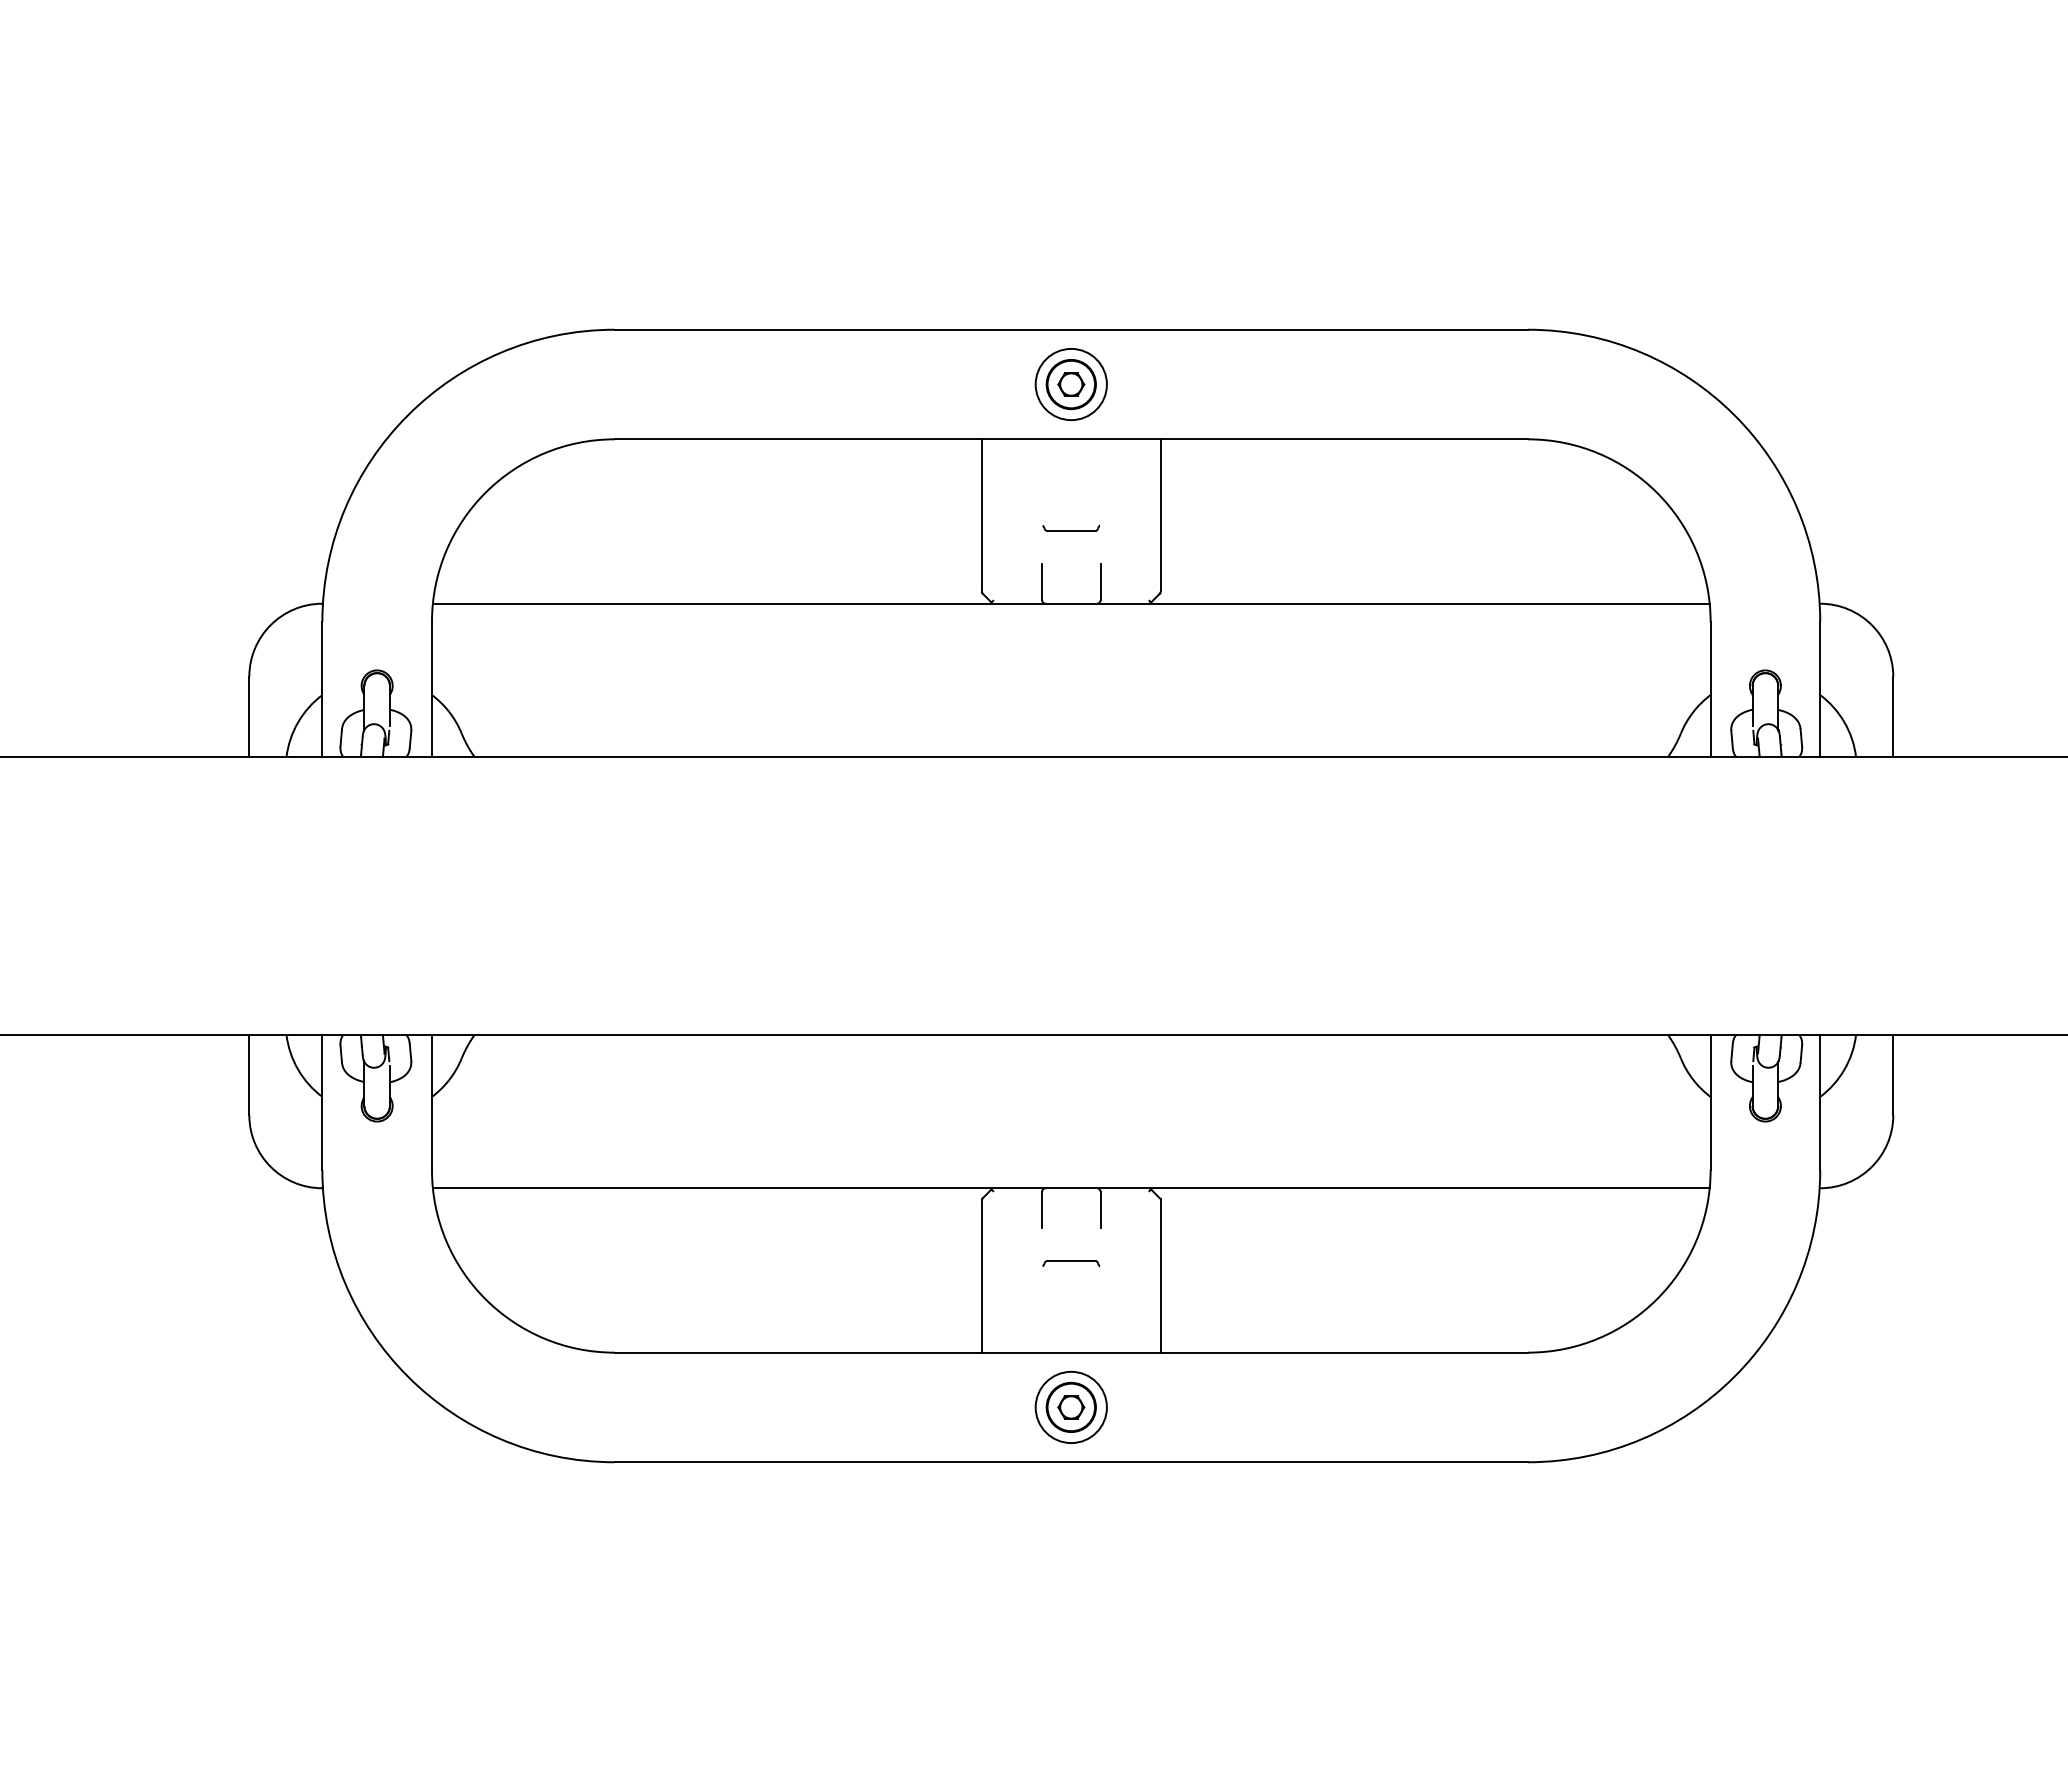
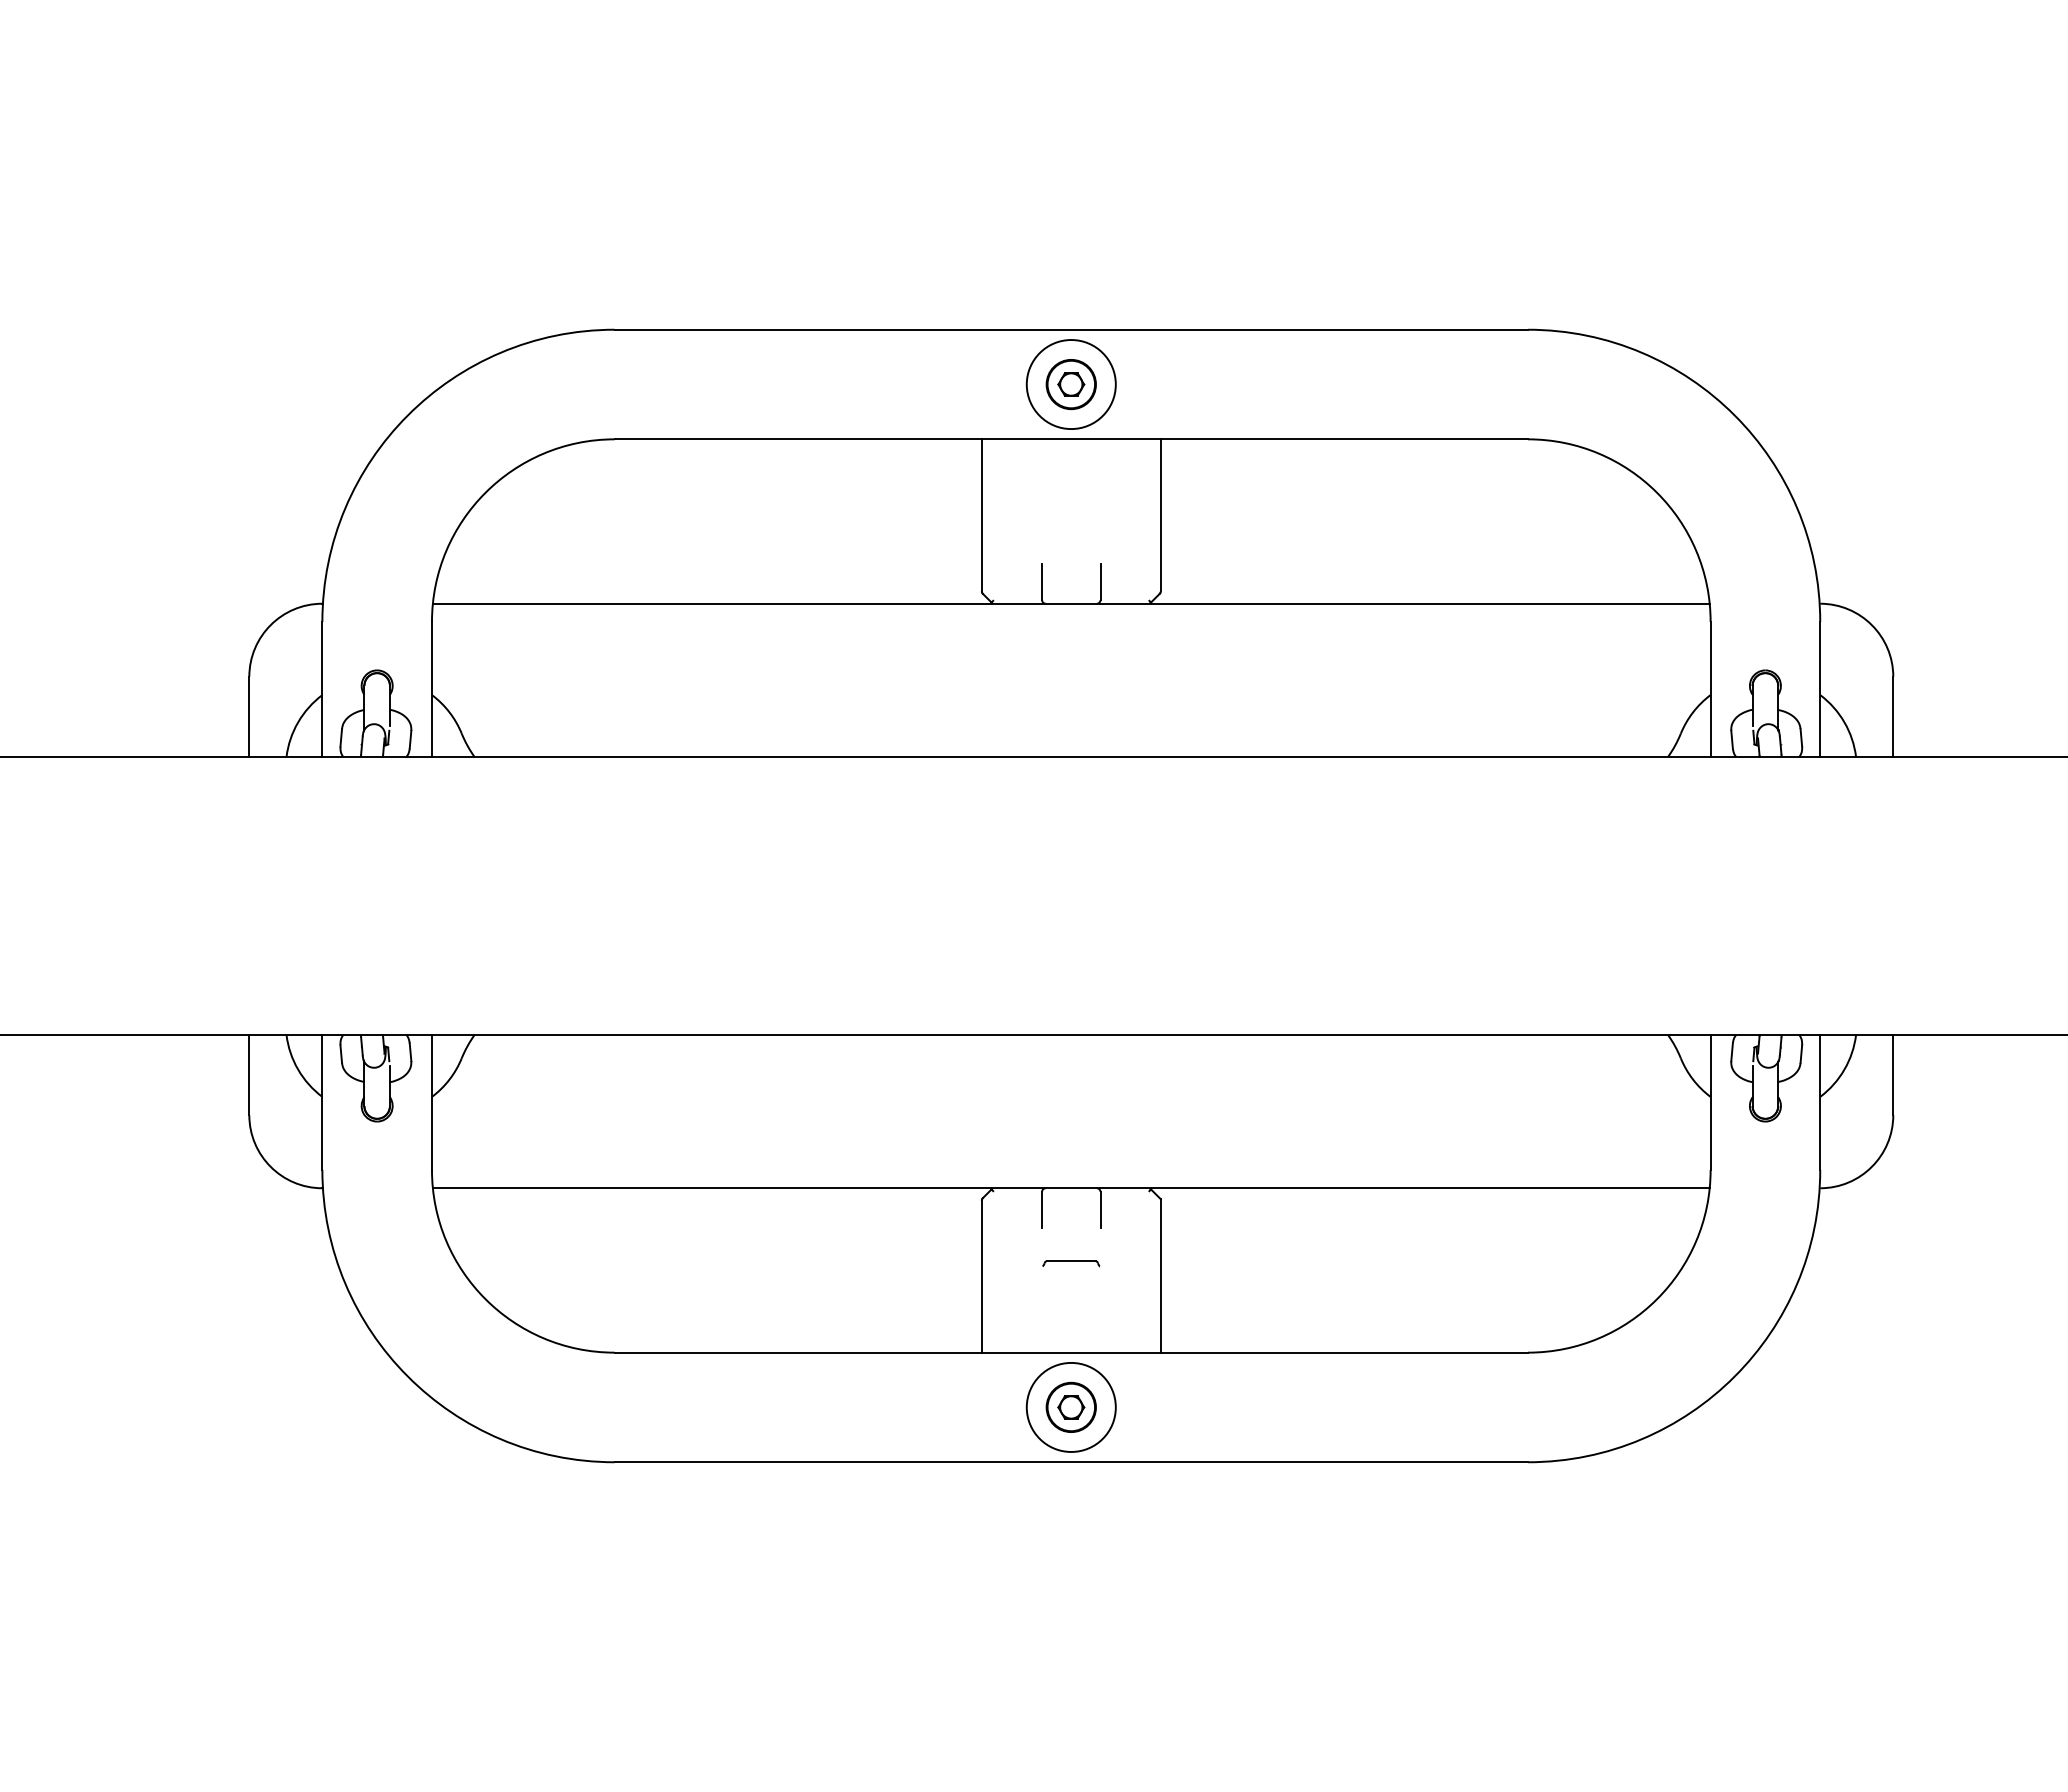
circle at (1070, 384) diameter: 71 px -> 89 px
part at (1071, 527): present -> none
circle at (1070, 1407) diameter: 71 px -> 89 px
